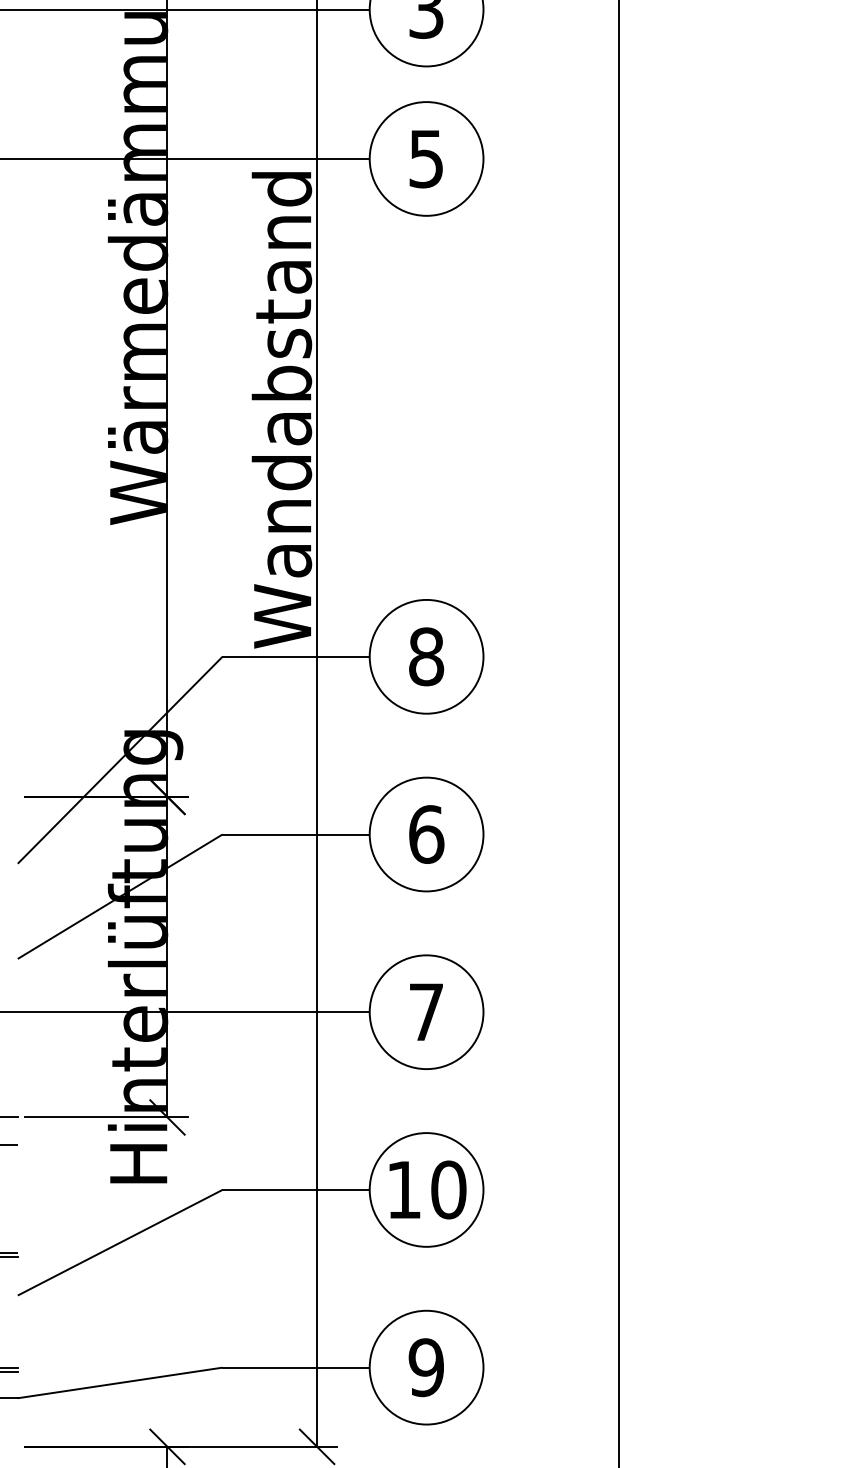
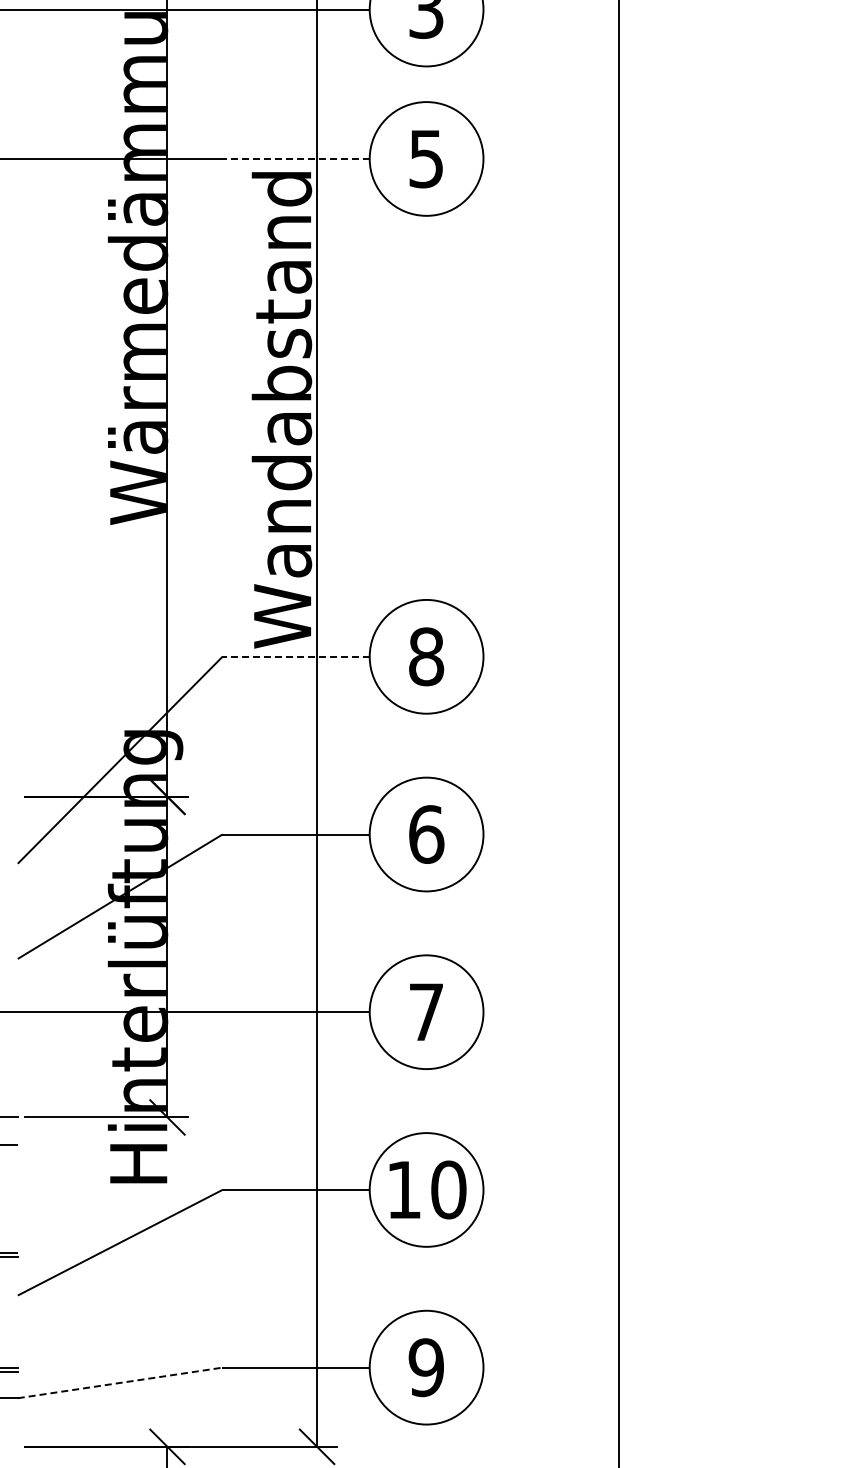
line at (296, 158): solid -> dashed
line at (296, 656): solid -> dashed
line at (120, 1382): solid -> dashed
